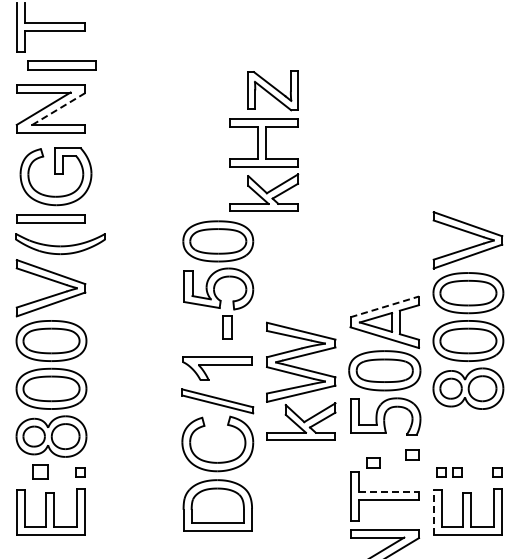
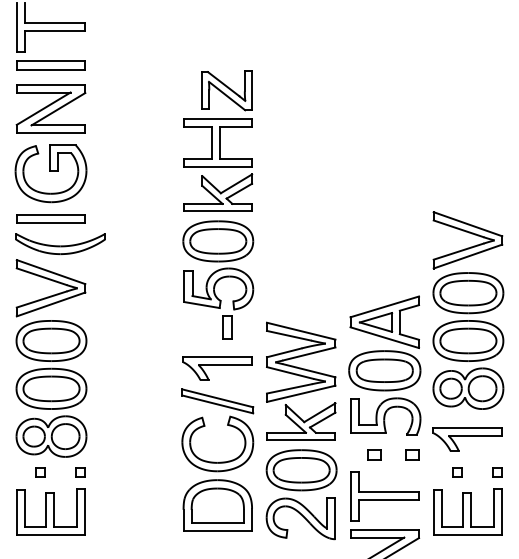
part at (61, 65) position: (61, 65) -> (50, 65)
line at (58, 109): dashed -> solid
part at (264, 140) position: (264, 140) -> (218, 140)
part at (55, 176) position: (55, 176) -> (50, 173)
line at (384, 306): dashed -> solid
part at (467, 439): none -> present
part at (373, 462) position: (373, 462) -> (374, 454)
part at (40, 471) size: 17x16 px -> 11x11 px
part at (441, 472): present -> none
line at (389, 492): dashed -> solid
part at (301, 494): none -> present
line at (433, 512): dashed -> solid
